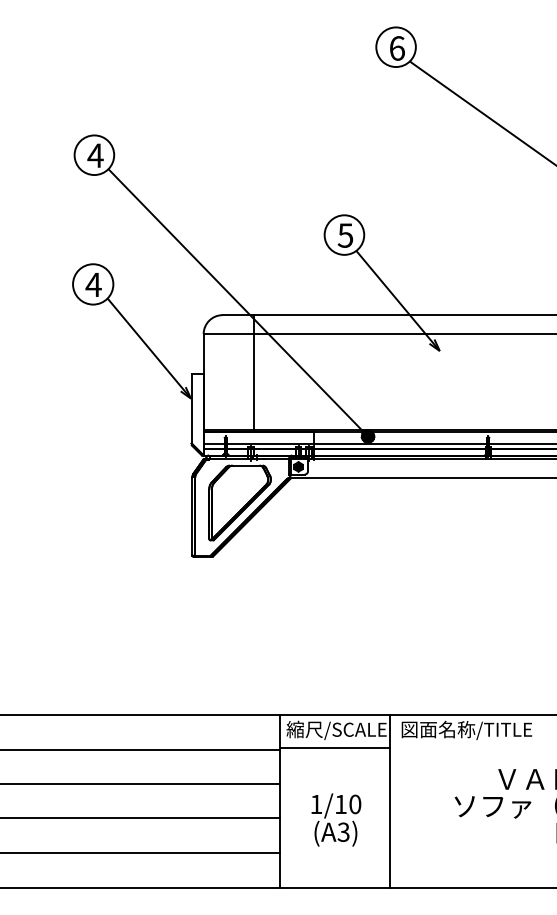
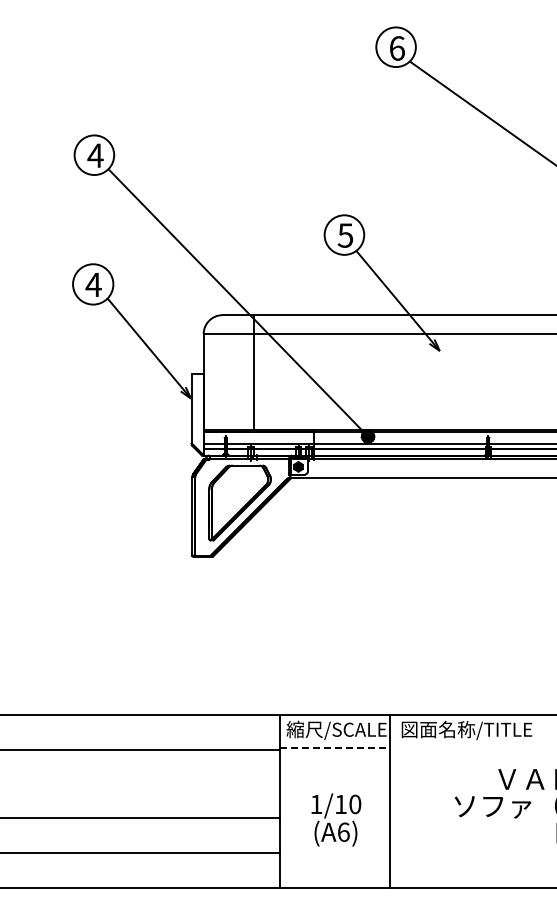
line at (335, 747): solid -> dashed
line at (140, 784): present -> none
text at (343, 831): (A3) -> (A6)
